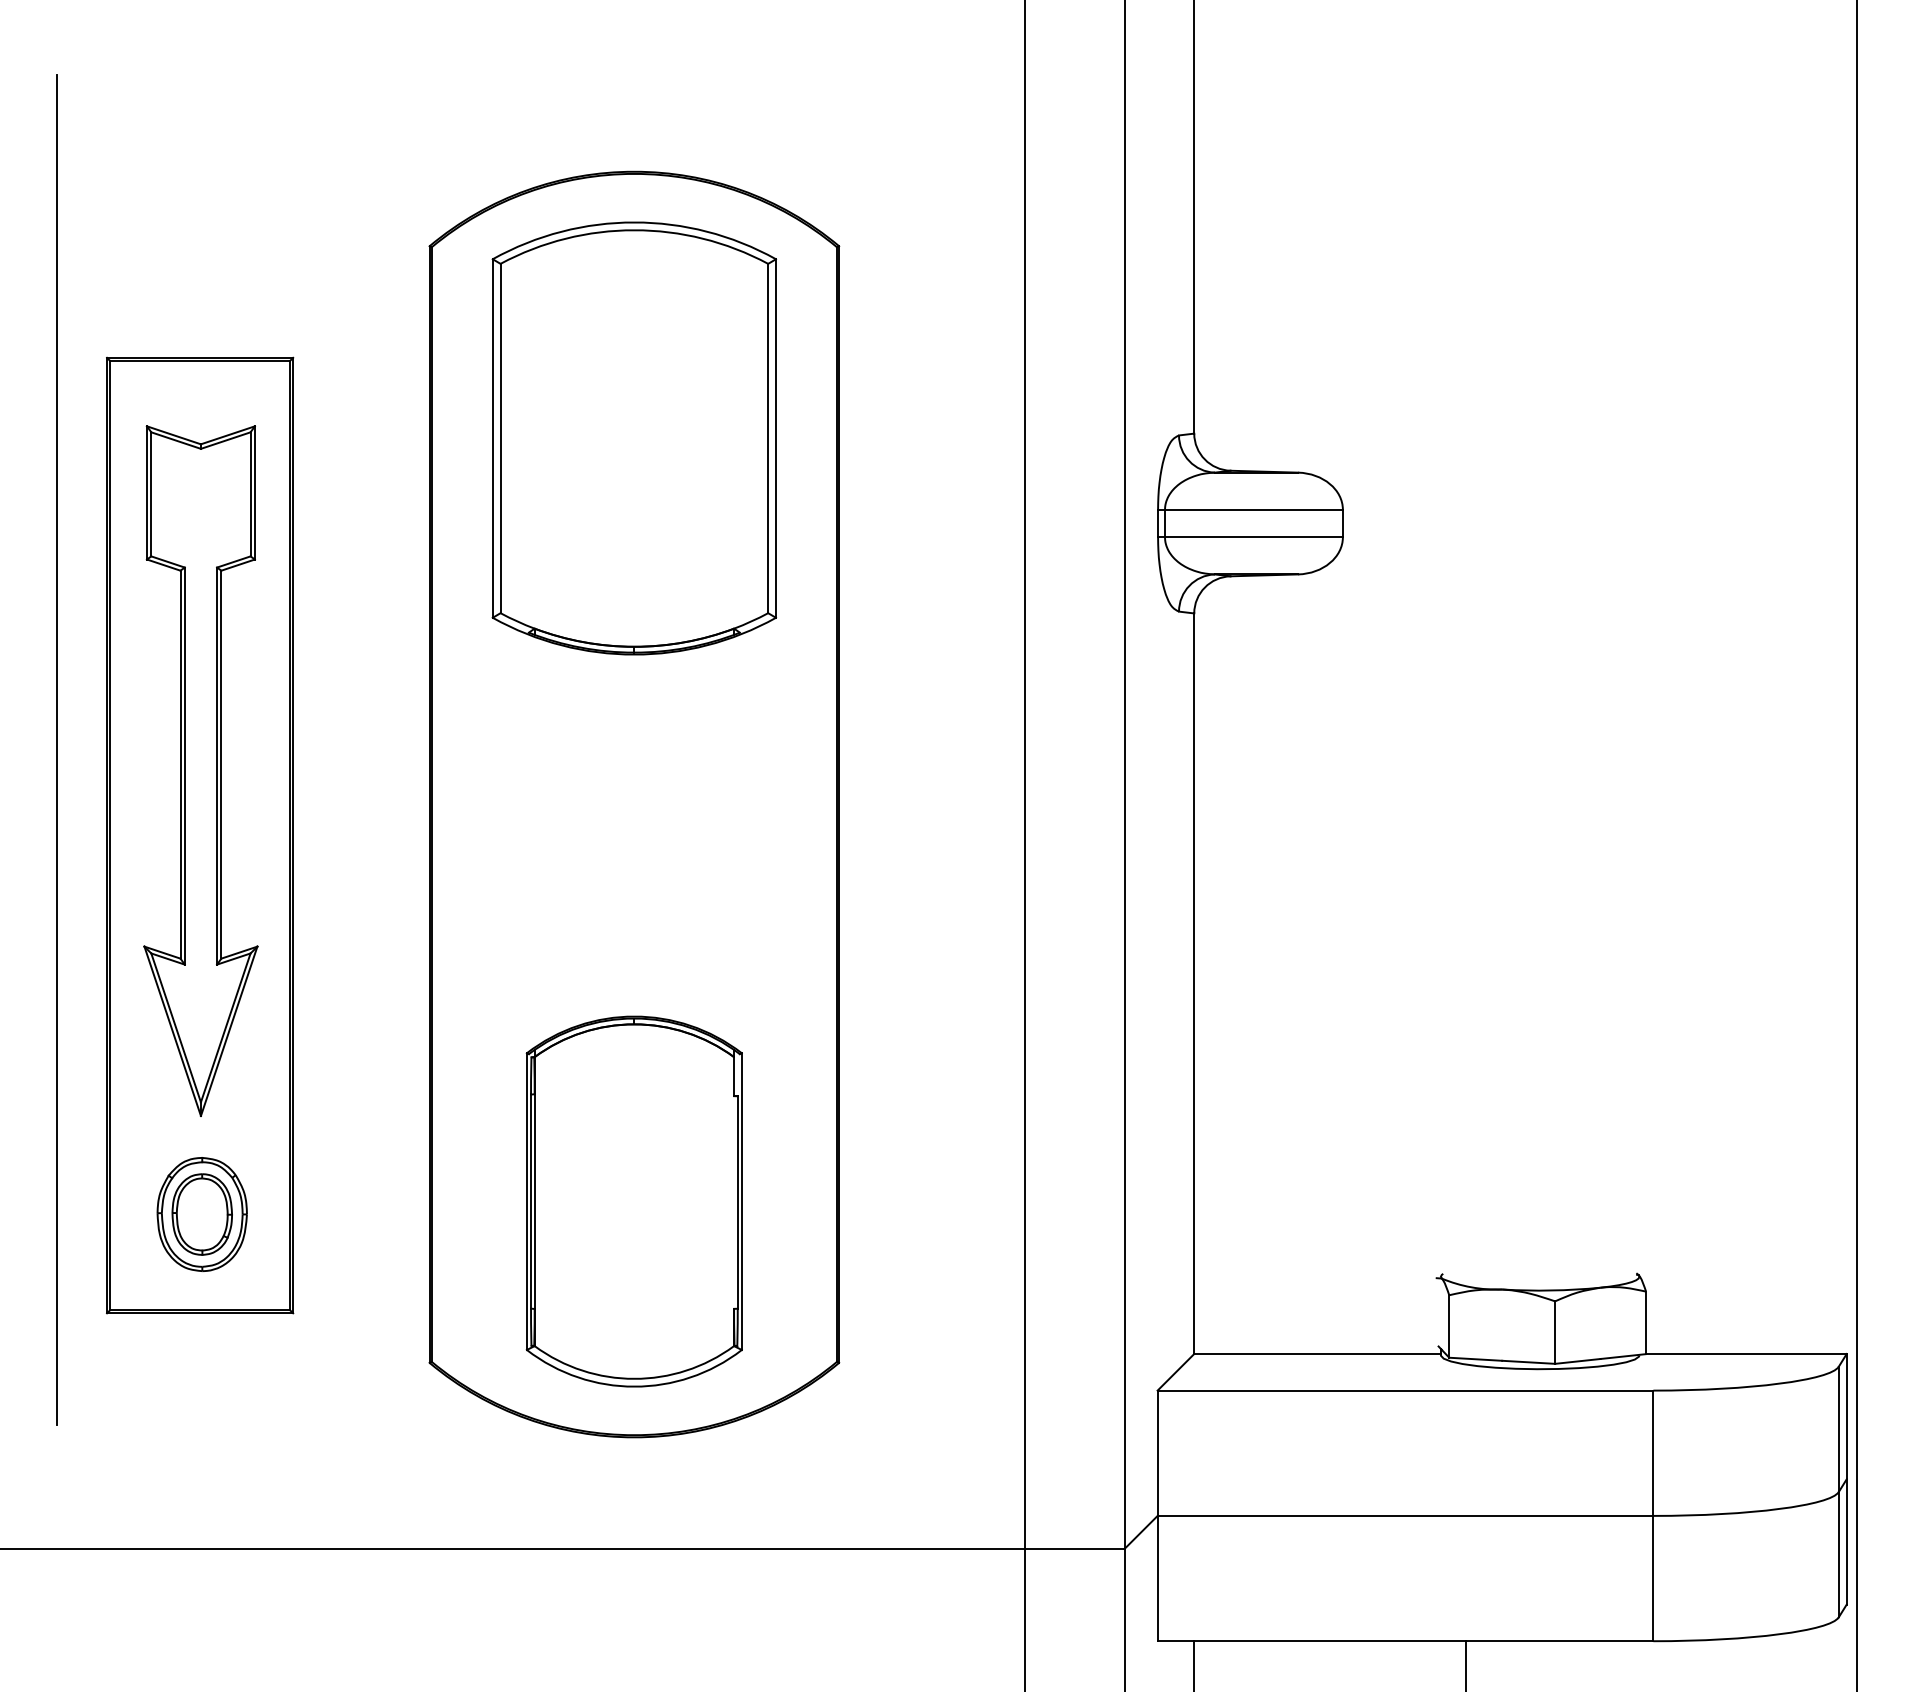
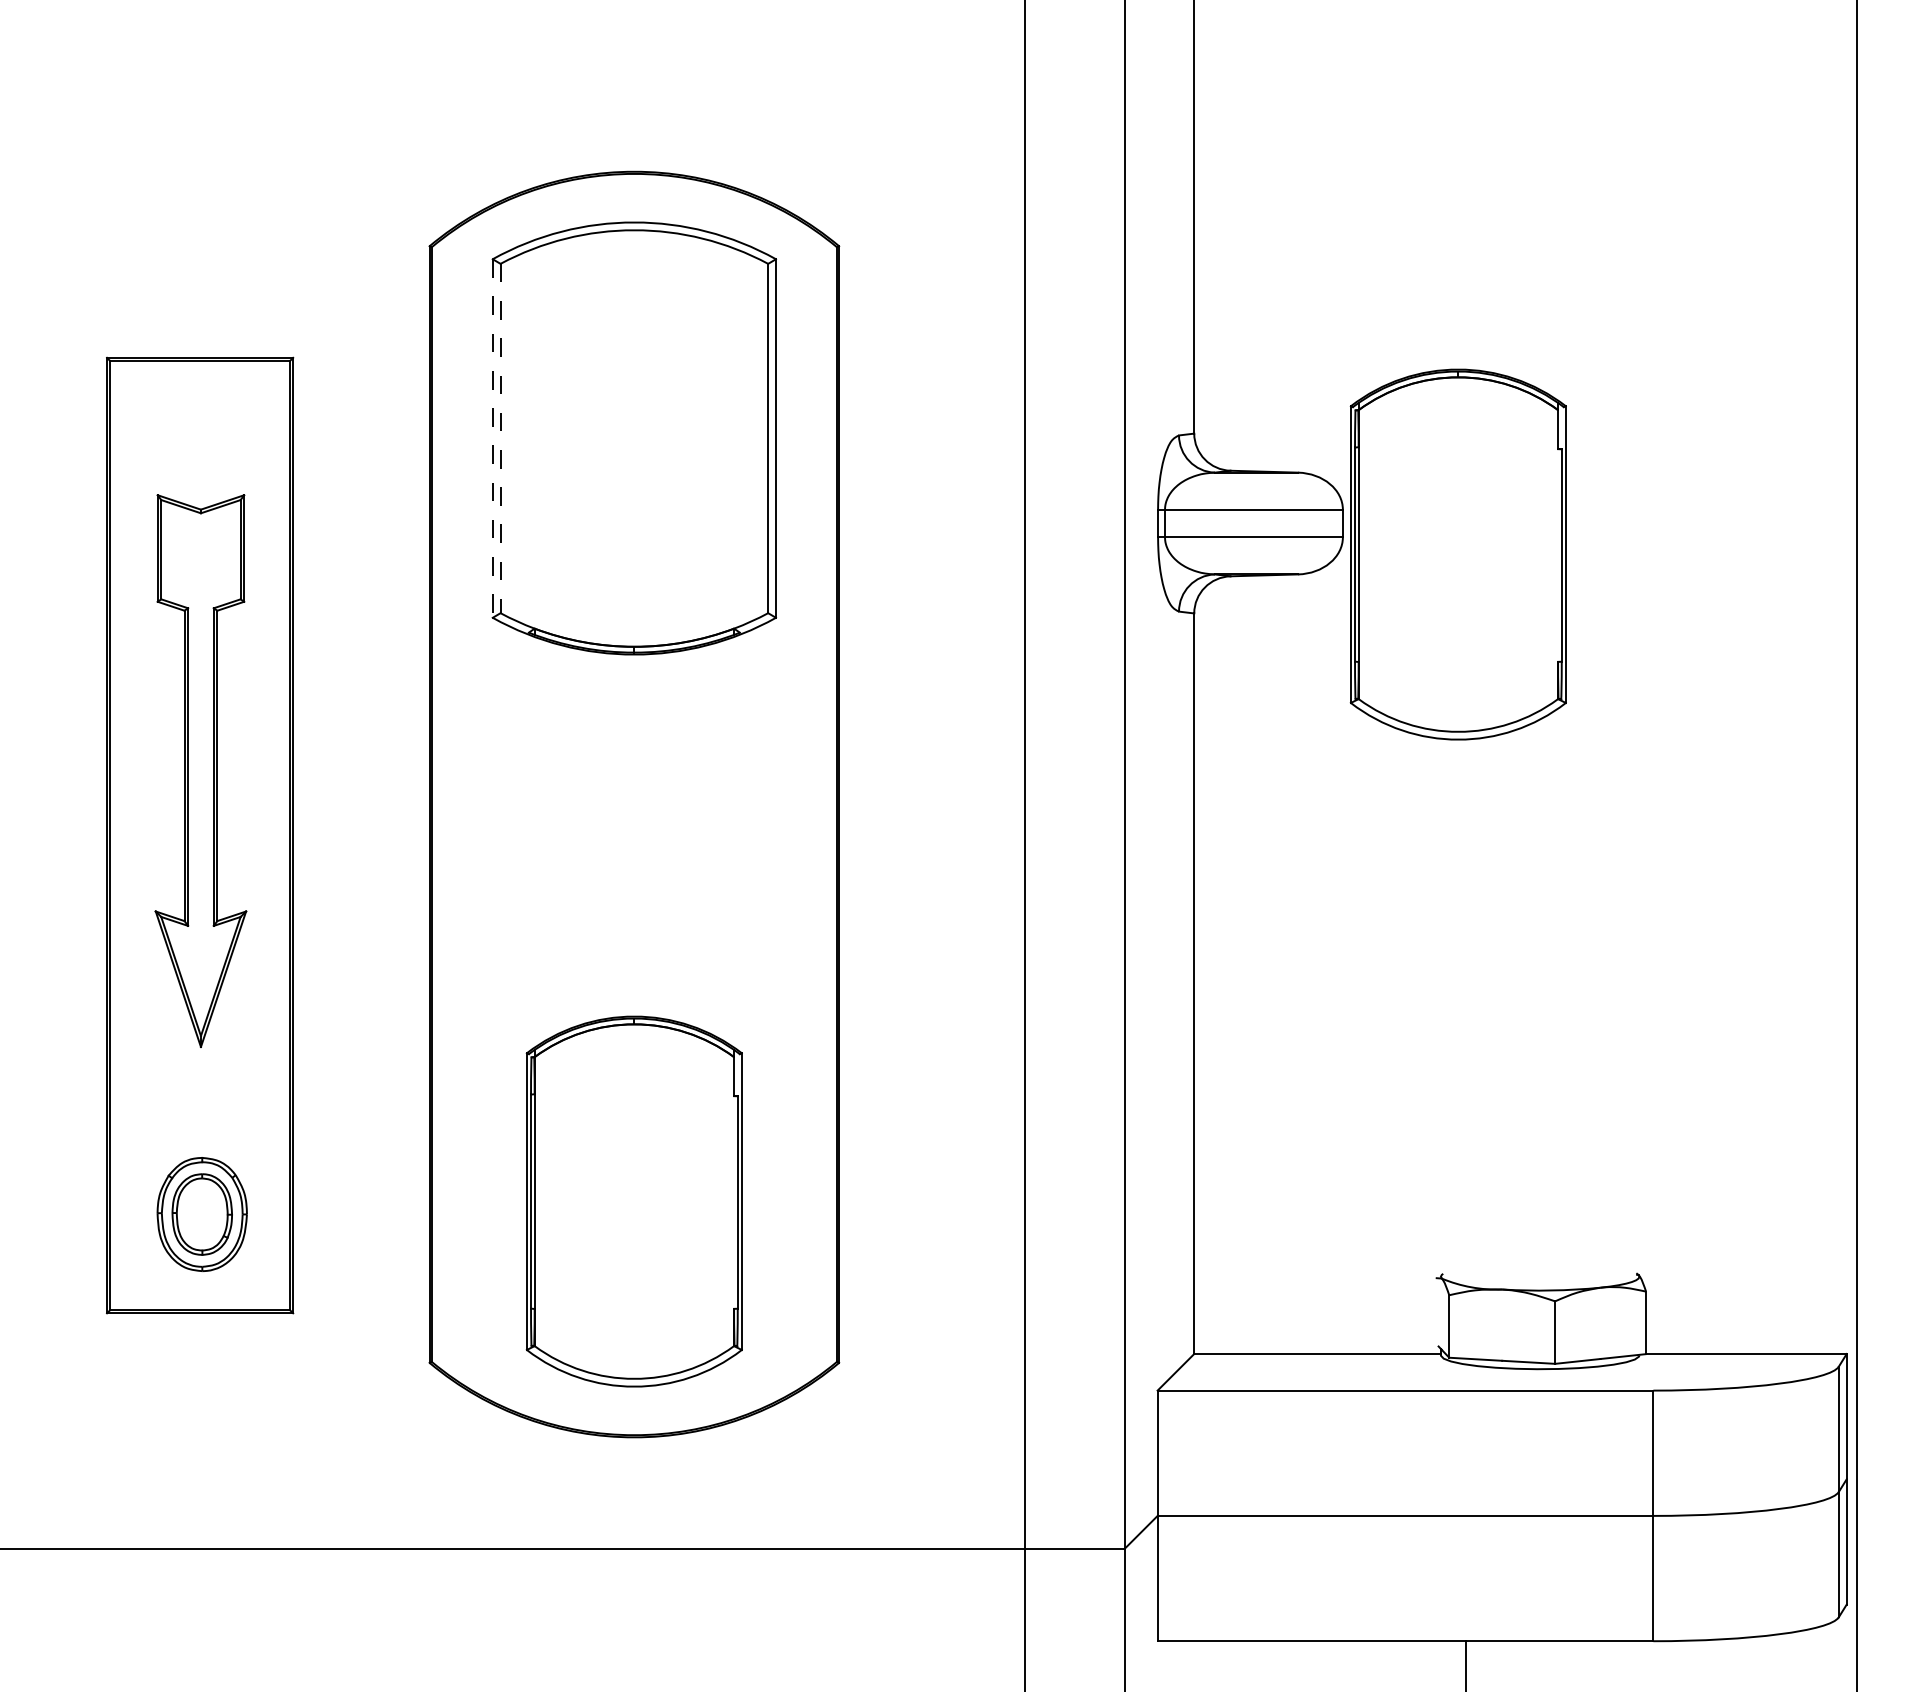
line at (500, 438): solid -> dashed
line at (492, 439): solid -> dashed
part at (1457, 554): none -> present
line at (57, 750): present -> none
part at (200, 770) size: 116x692 px -> 94x554 px
line at (1194, 1664): present -> none
